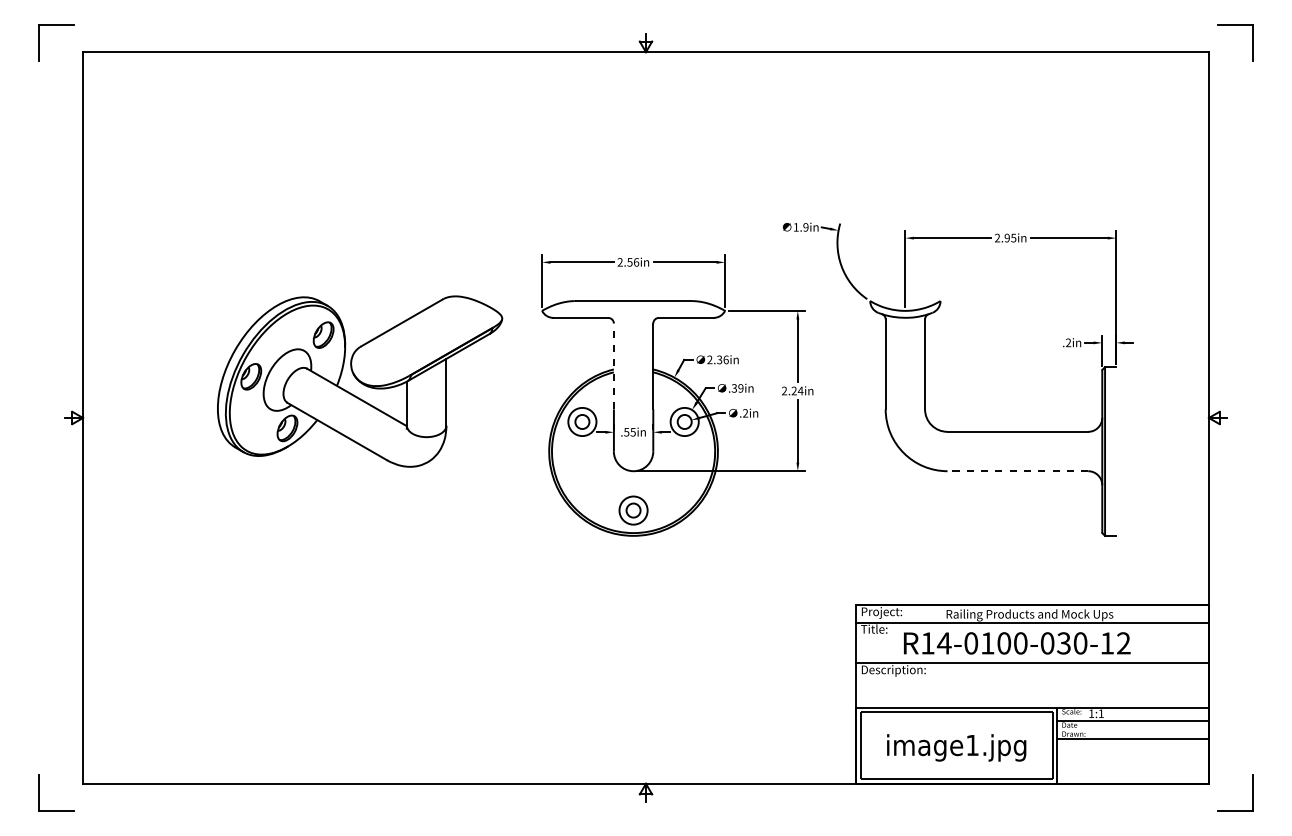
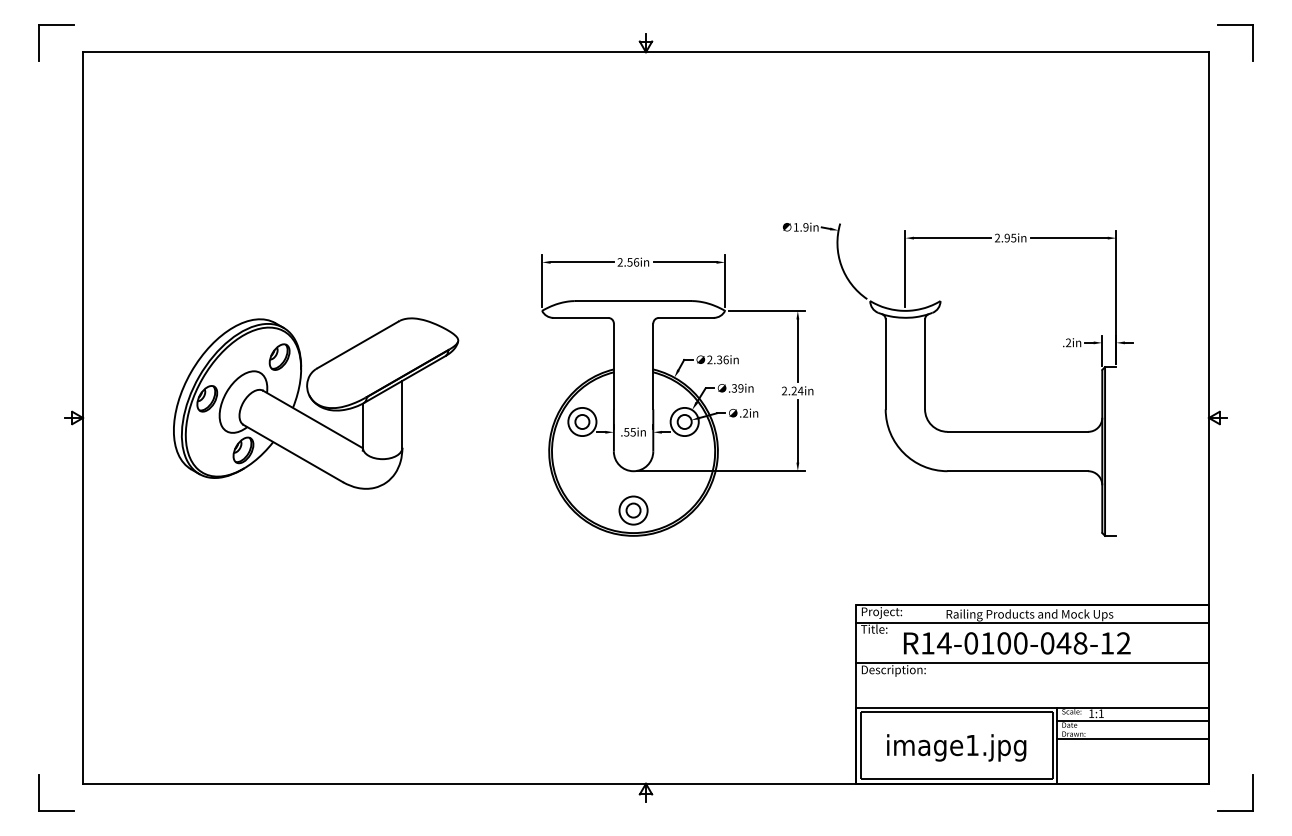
line at (613, 366): dashed -> solid
part at (360, 381) position: (360, 381) -> (316, 403)
line at (1017, 471): dashed -> solid
text at (1071, 643): R14-0100-030-12 -> R14-0100-048-12
